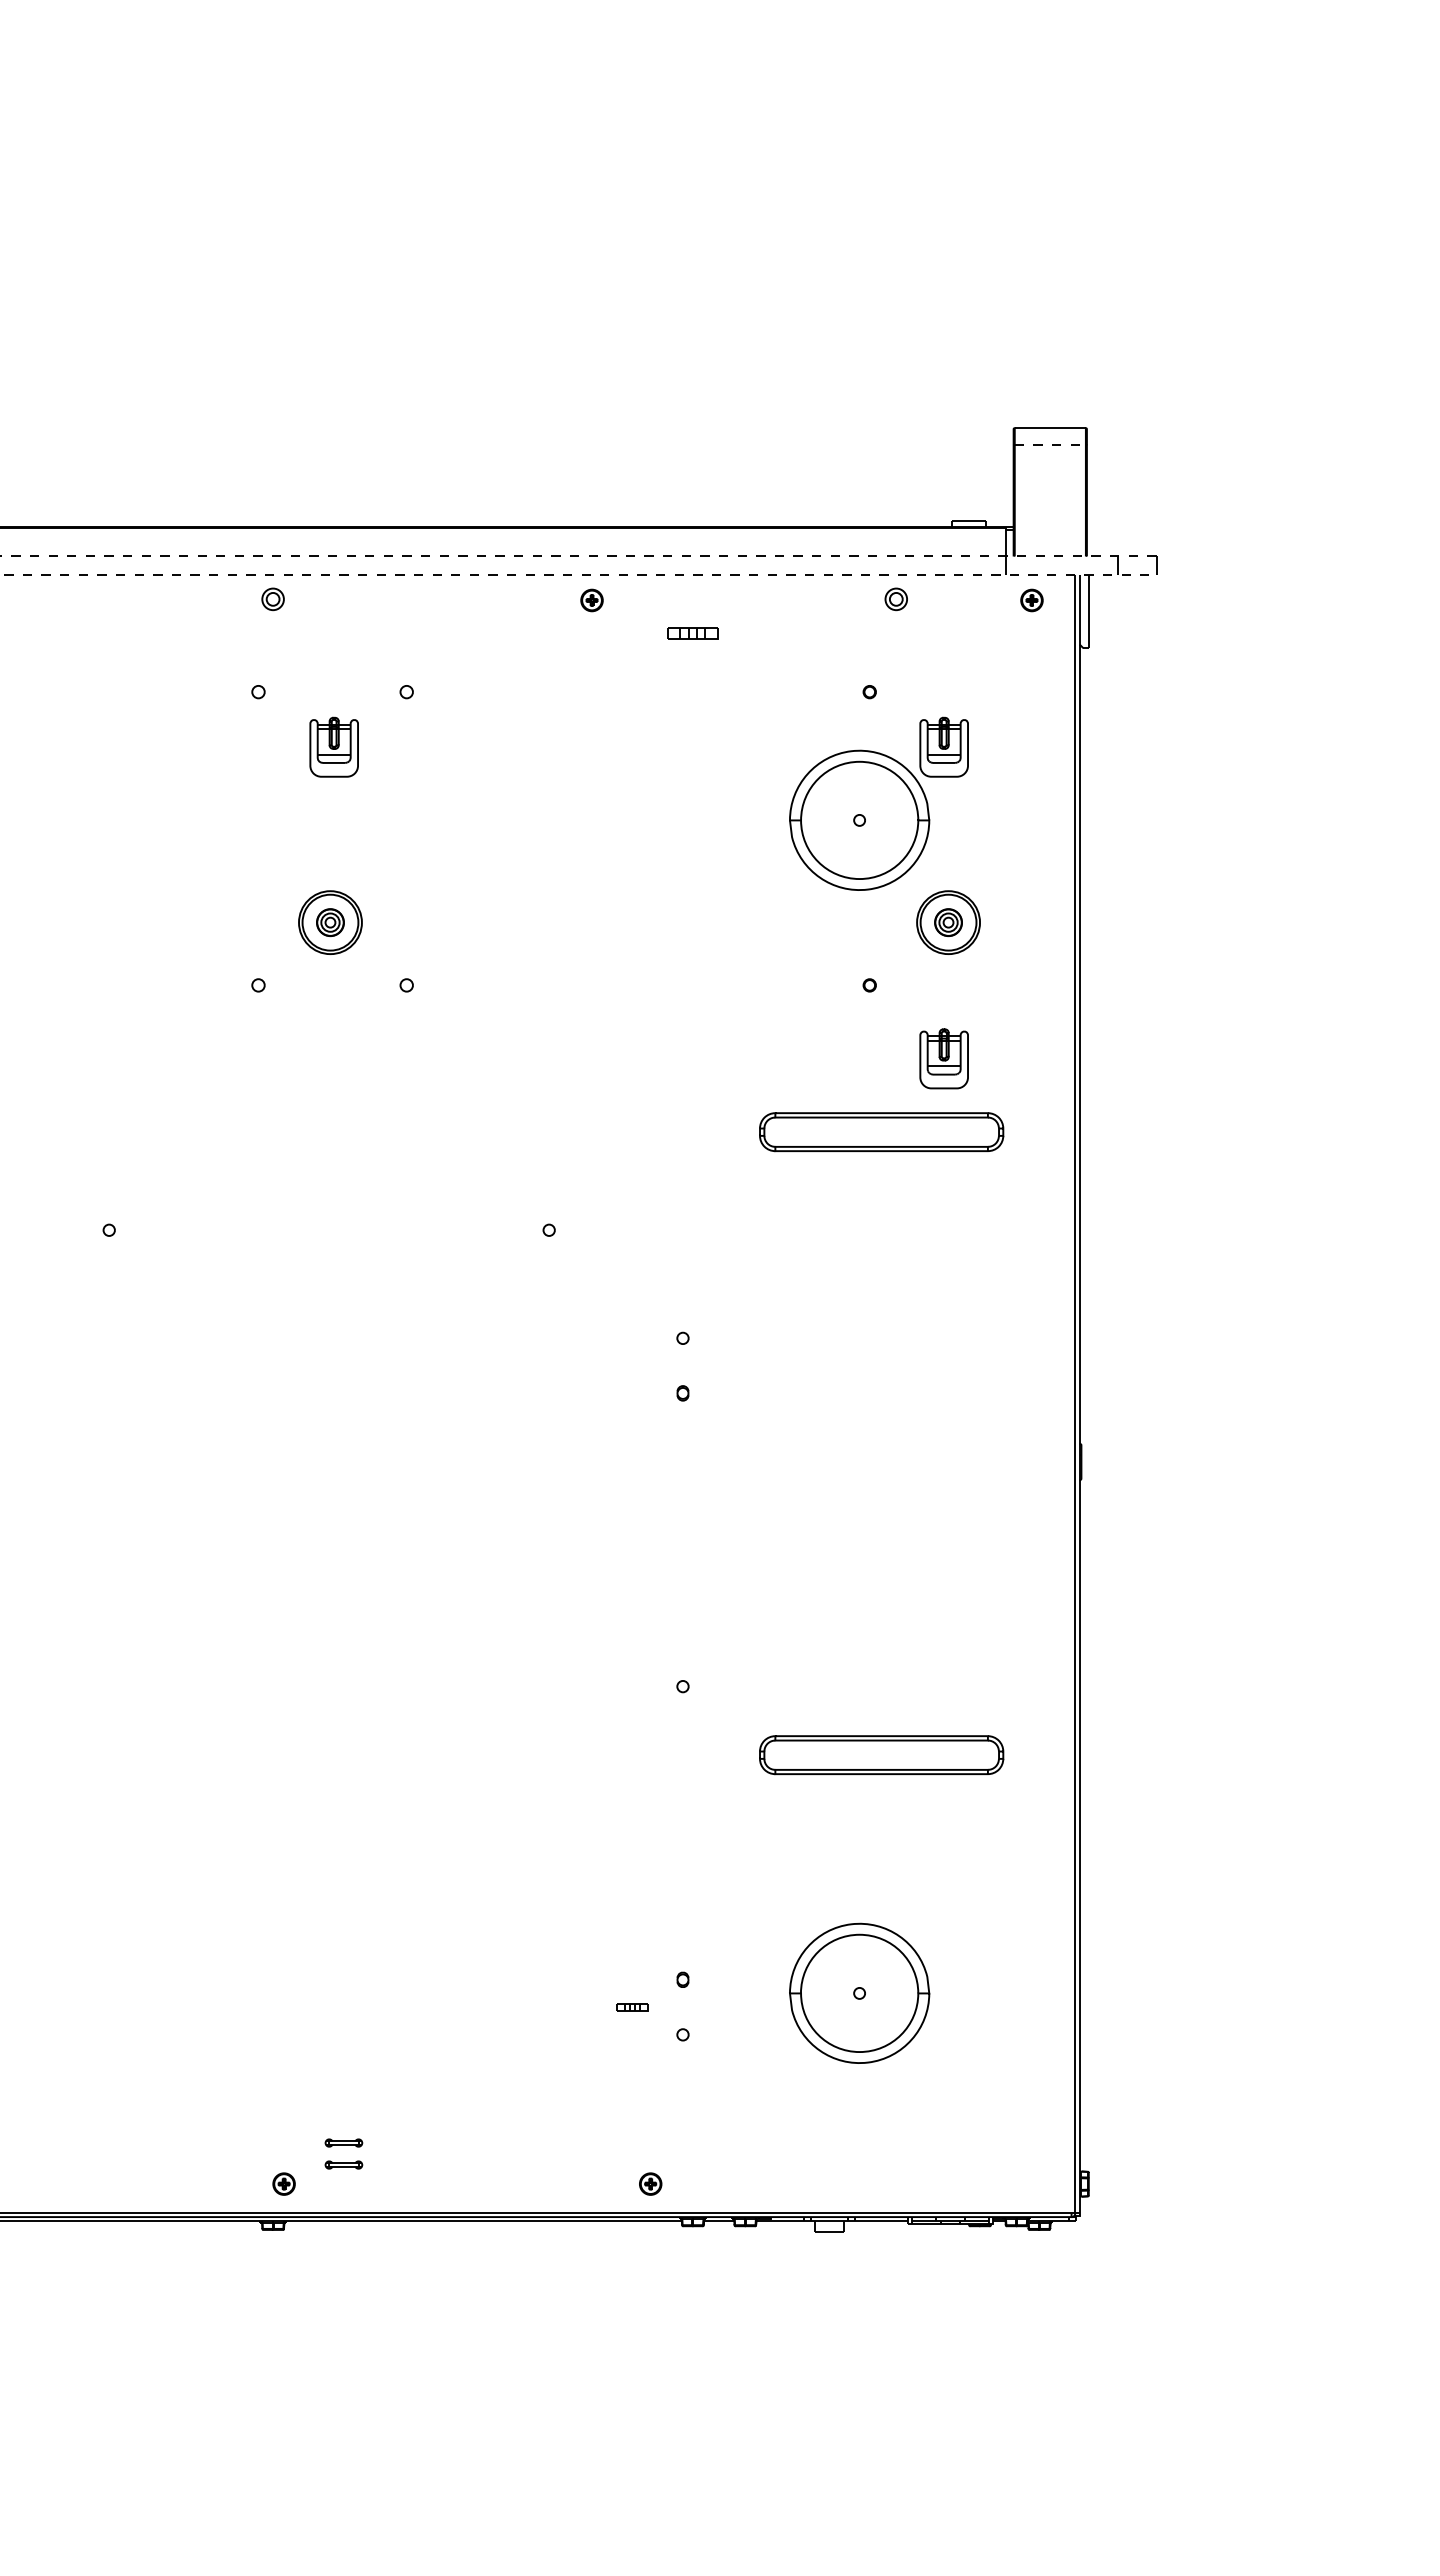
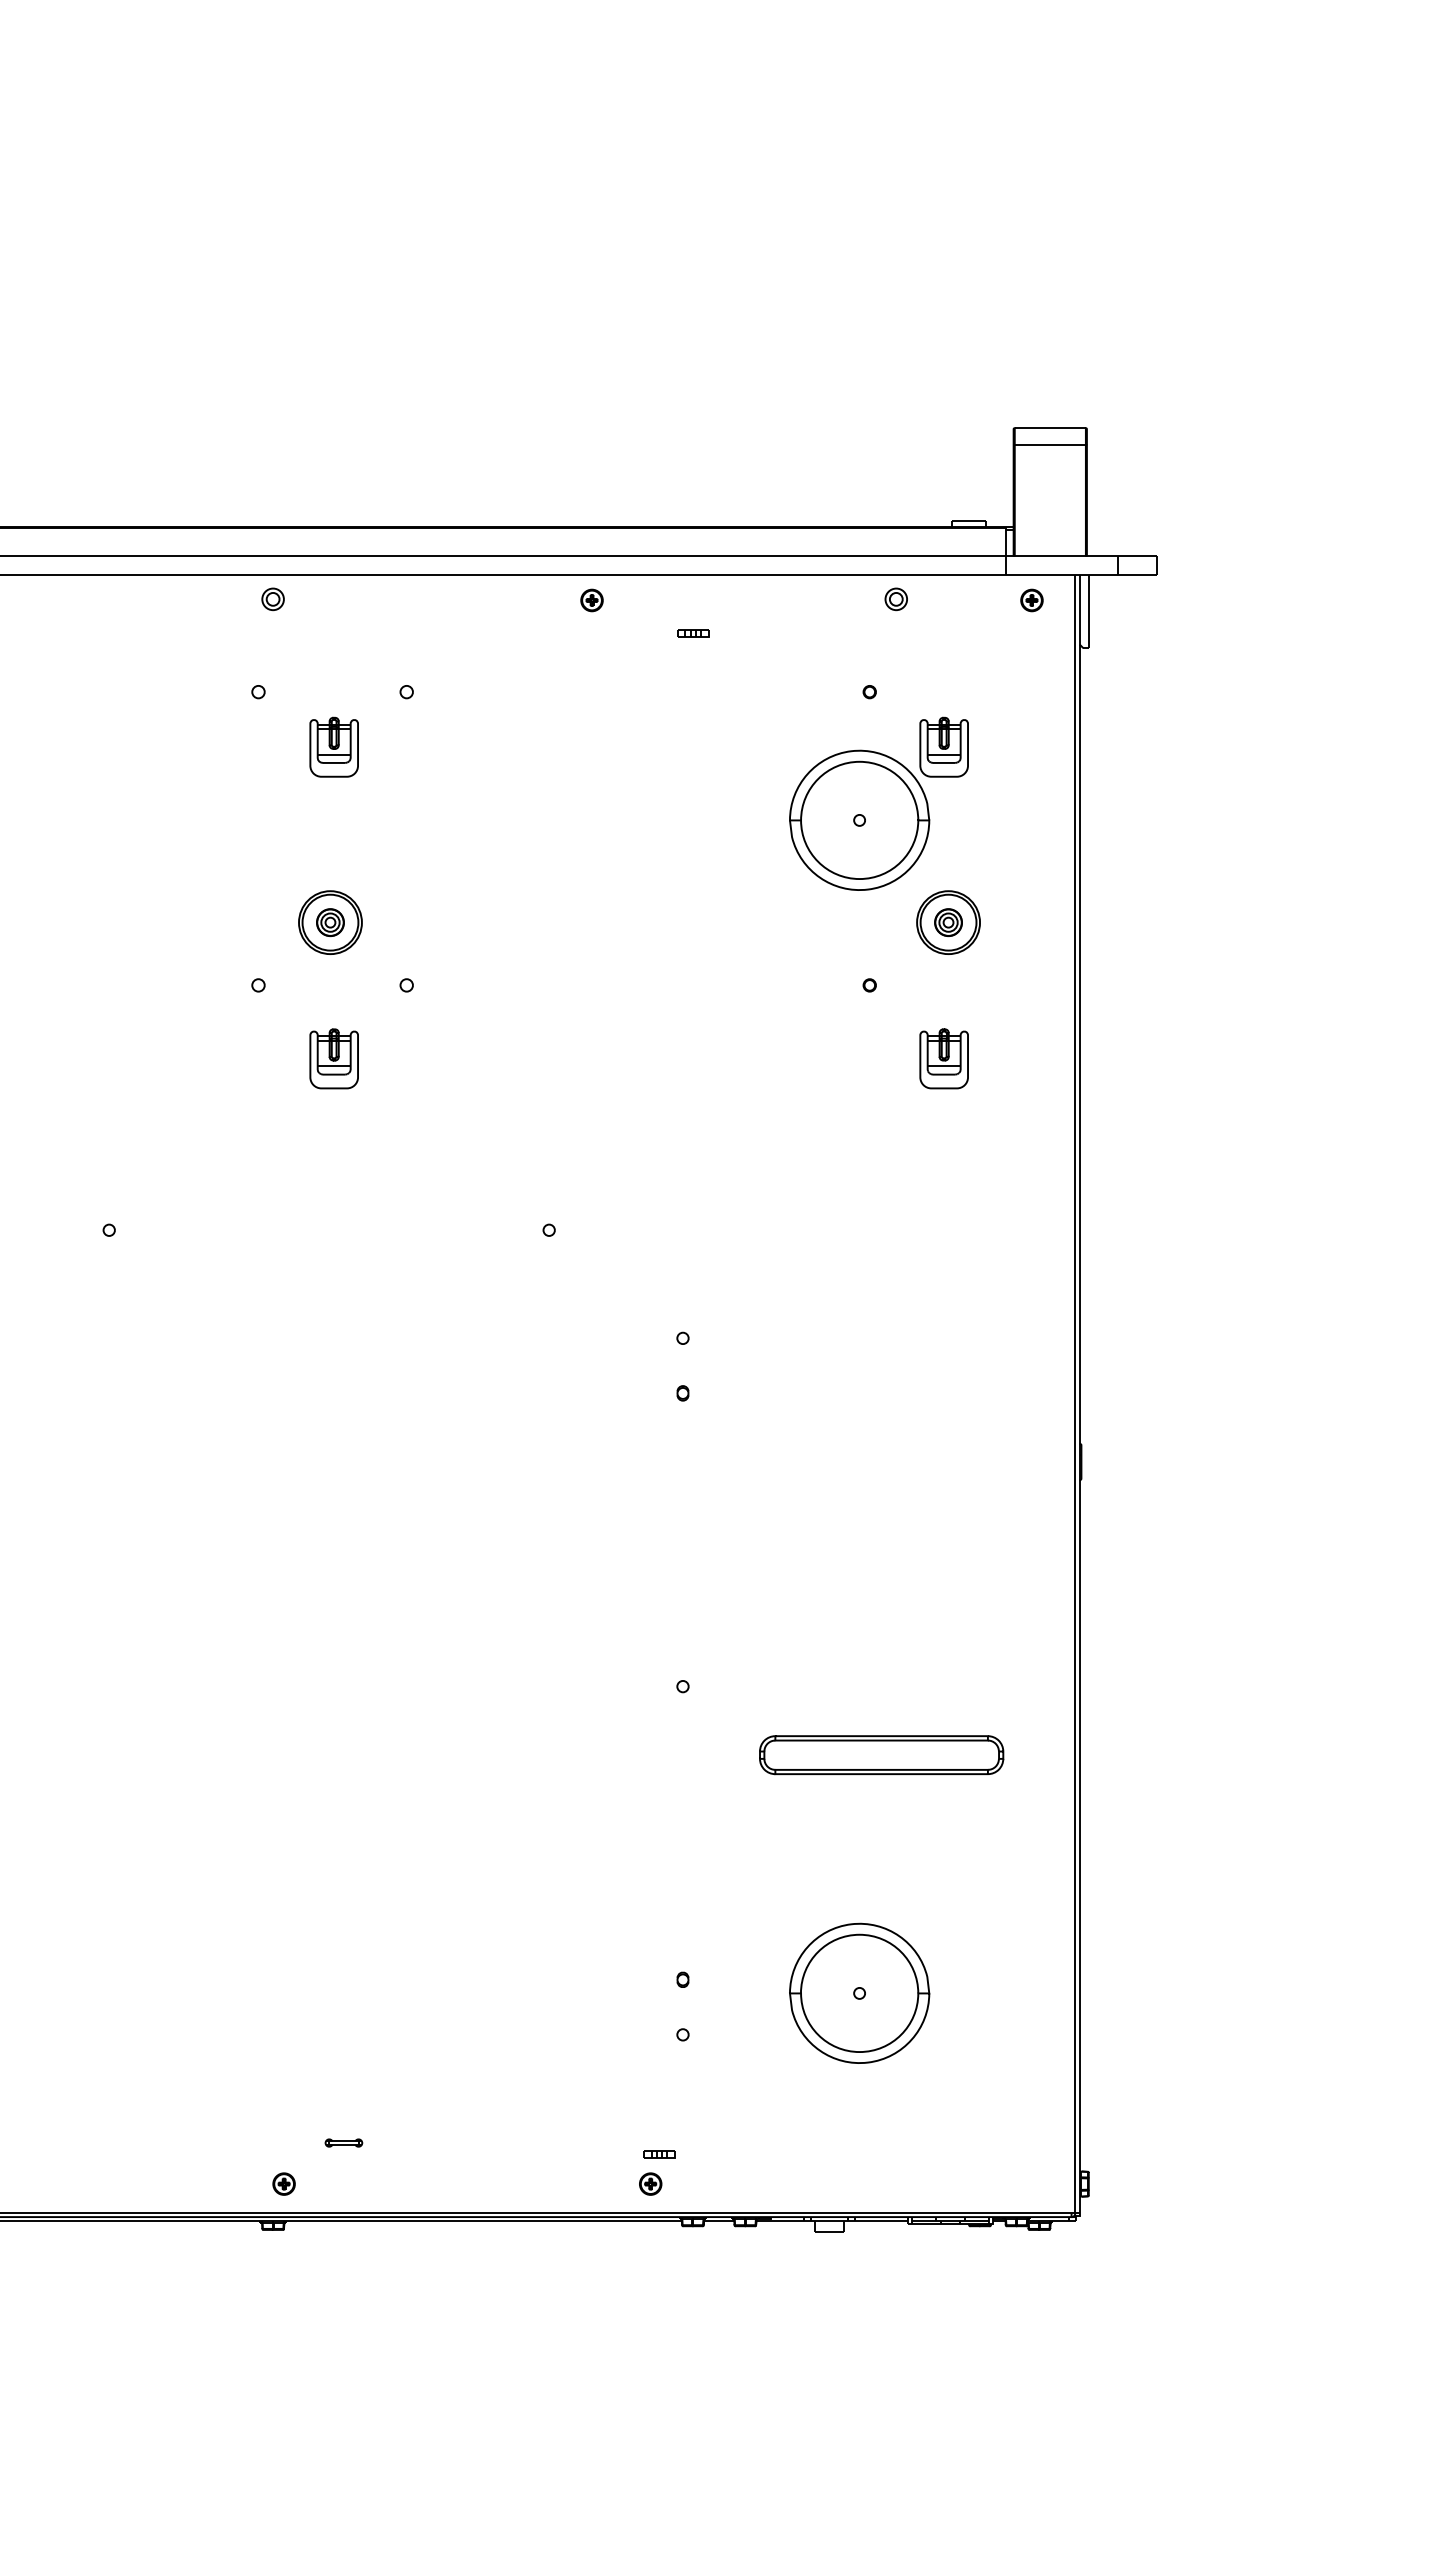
line at (1050, 445): dashed -> solid
line at (578, 556): dashed -> solid
line at (578, 574): dashed -> solid
part at (692, 633) size: 52x13 px -> 33x9 px
part at (333, 1058): none -> present
part at (881, 1132): present -> none
part at (632, 2007) position: (632, 2007) -> (659, 2154)
part at (343, 2164): present -> none
